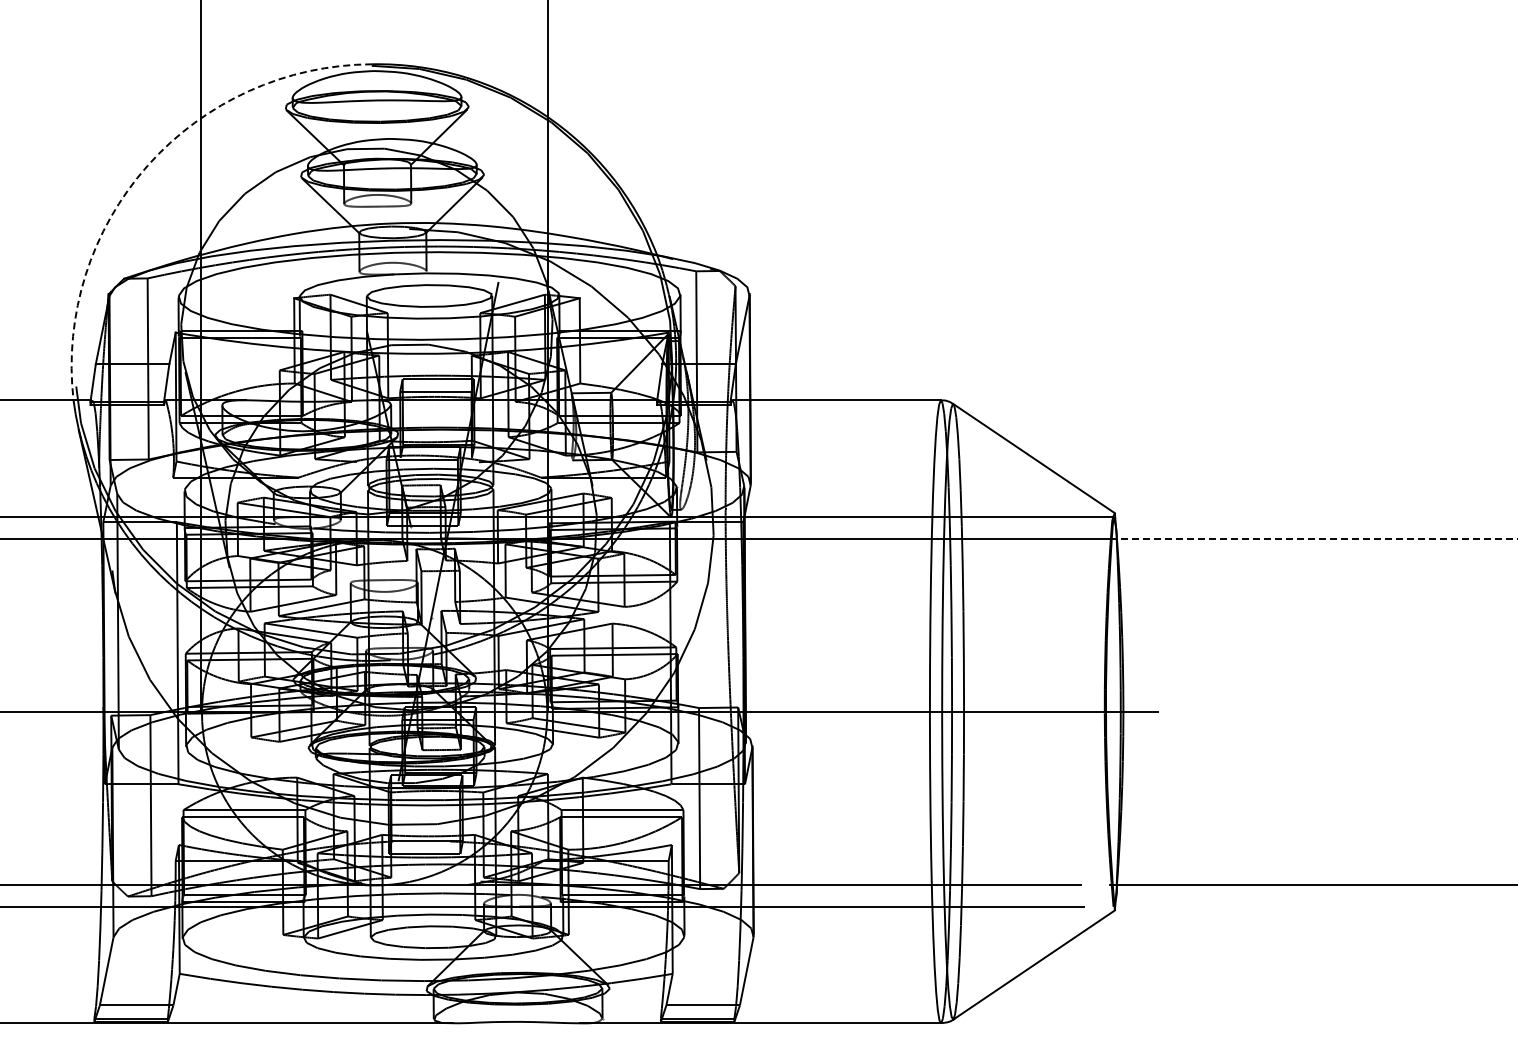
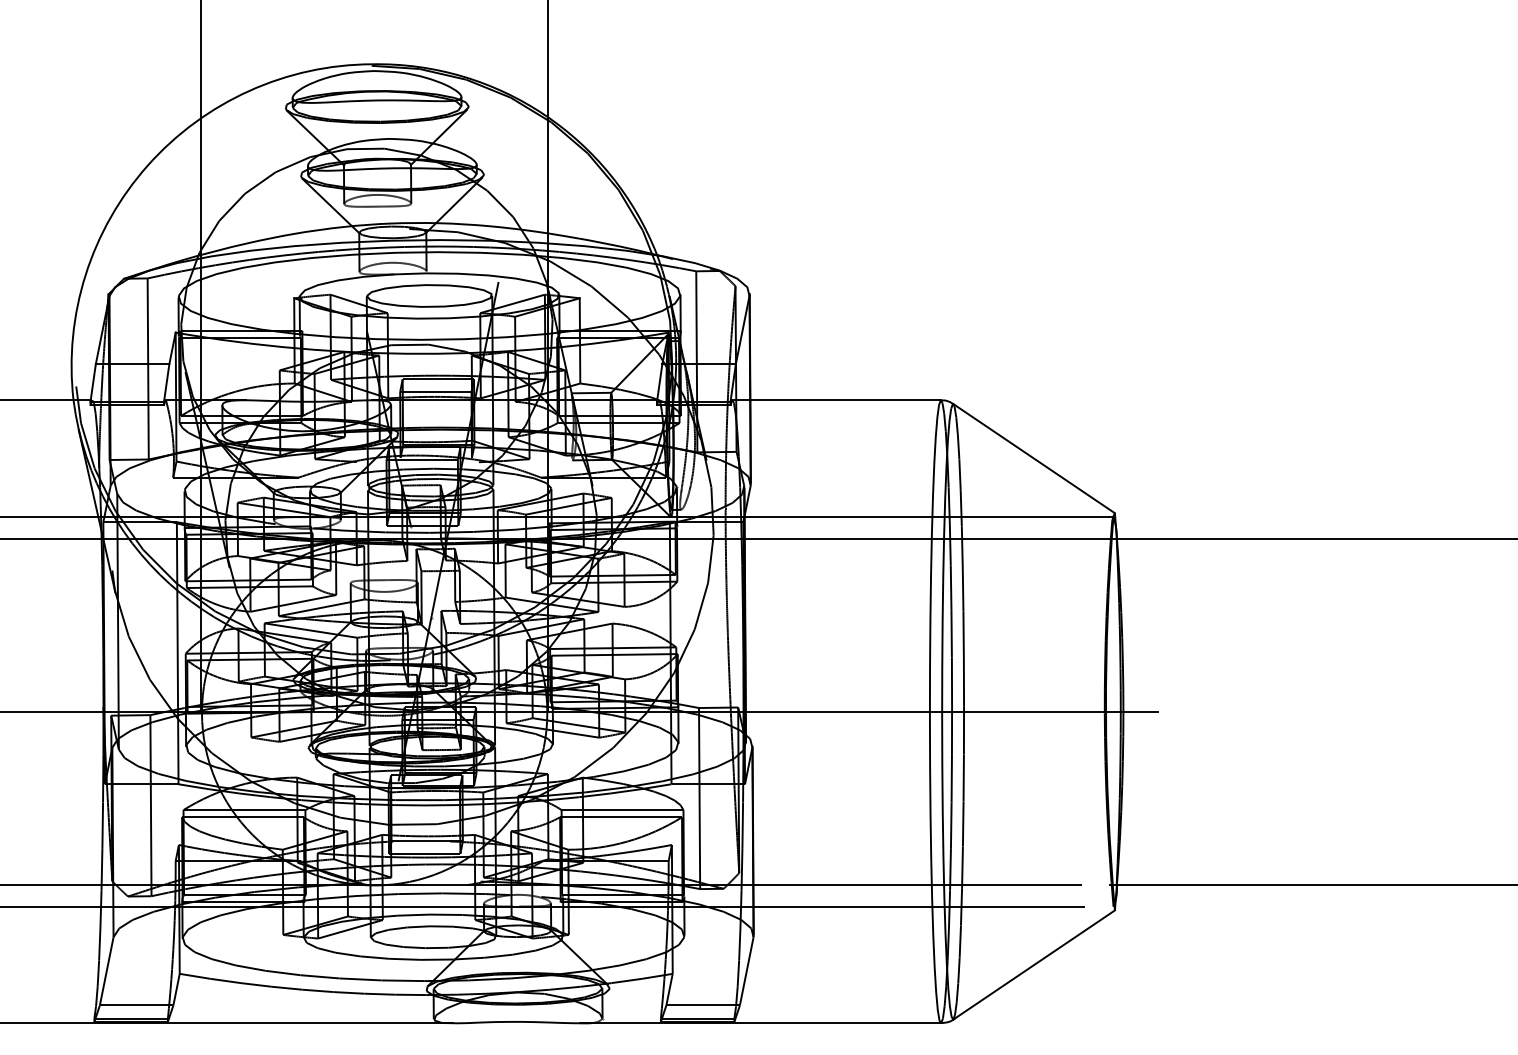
arc at (147, 165): dashed -> solid
line at (1313, 538): dashed -> solid
